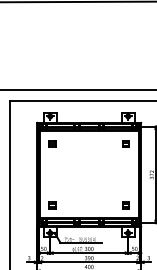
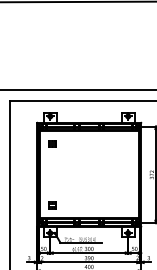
part at (125, 143): present -> none
part at (125, 205): present -> none
